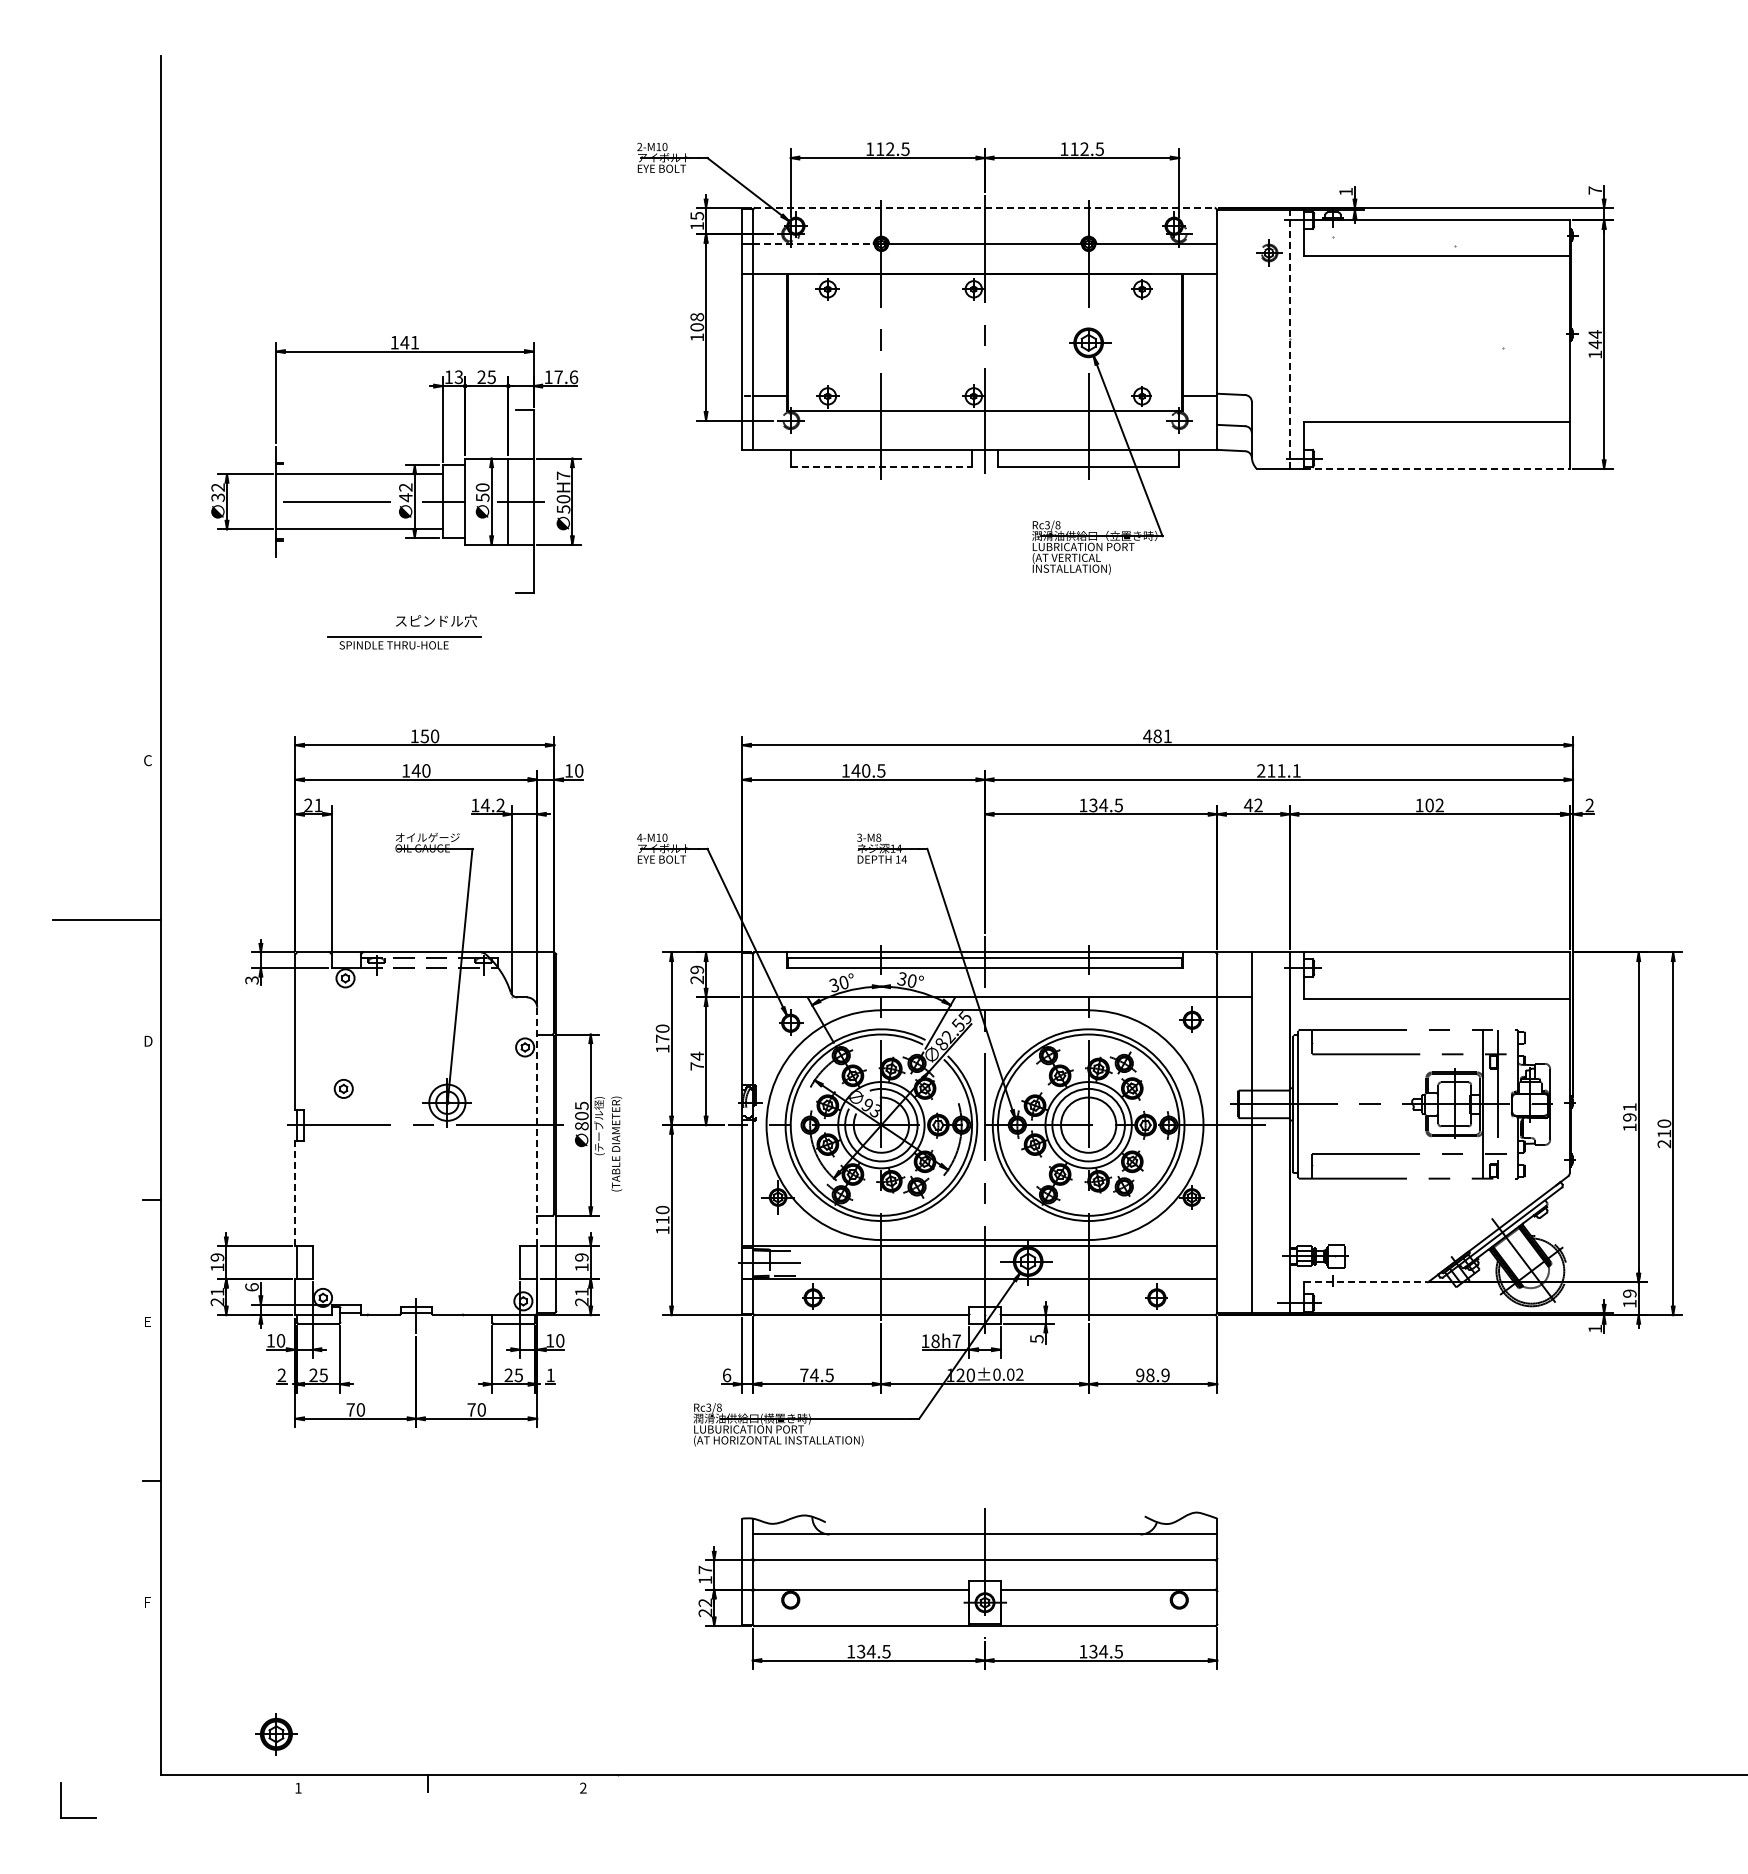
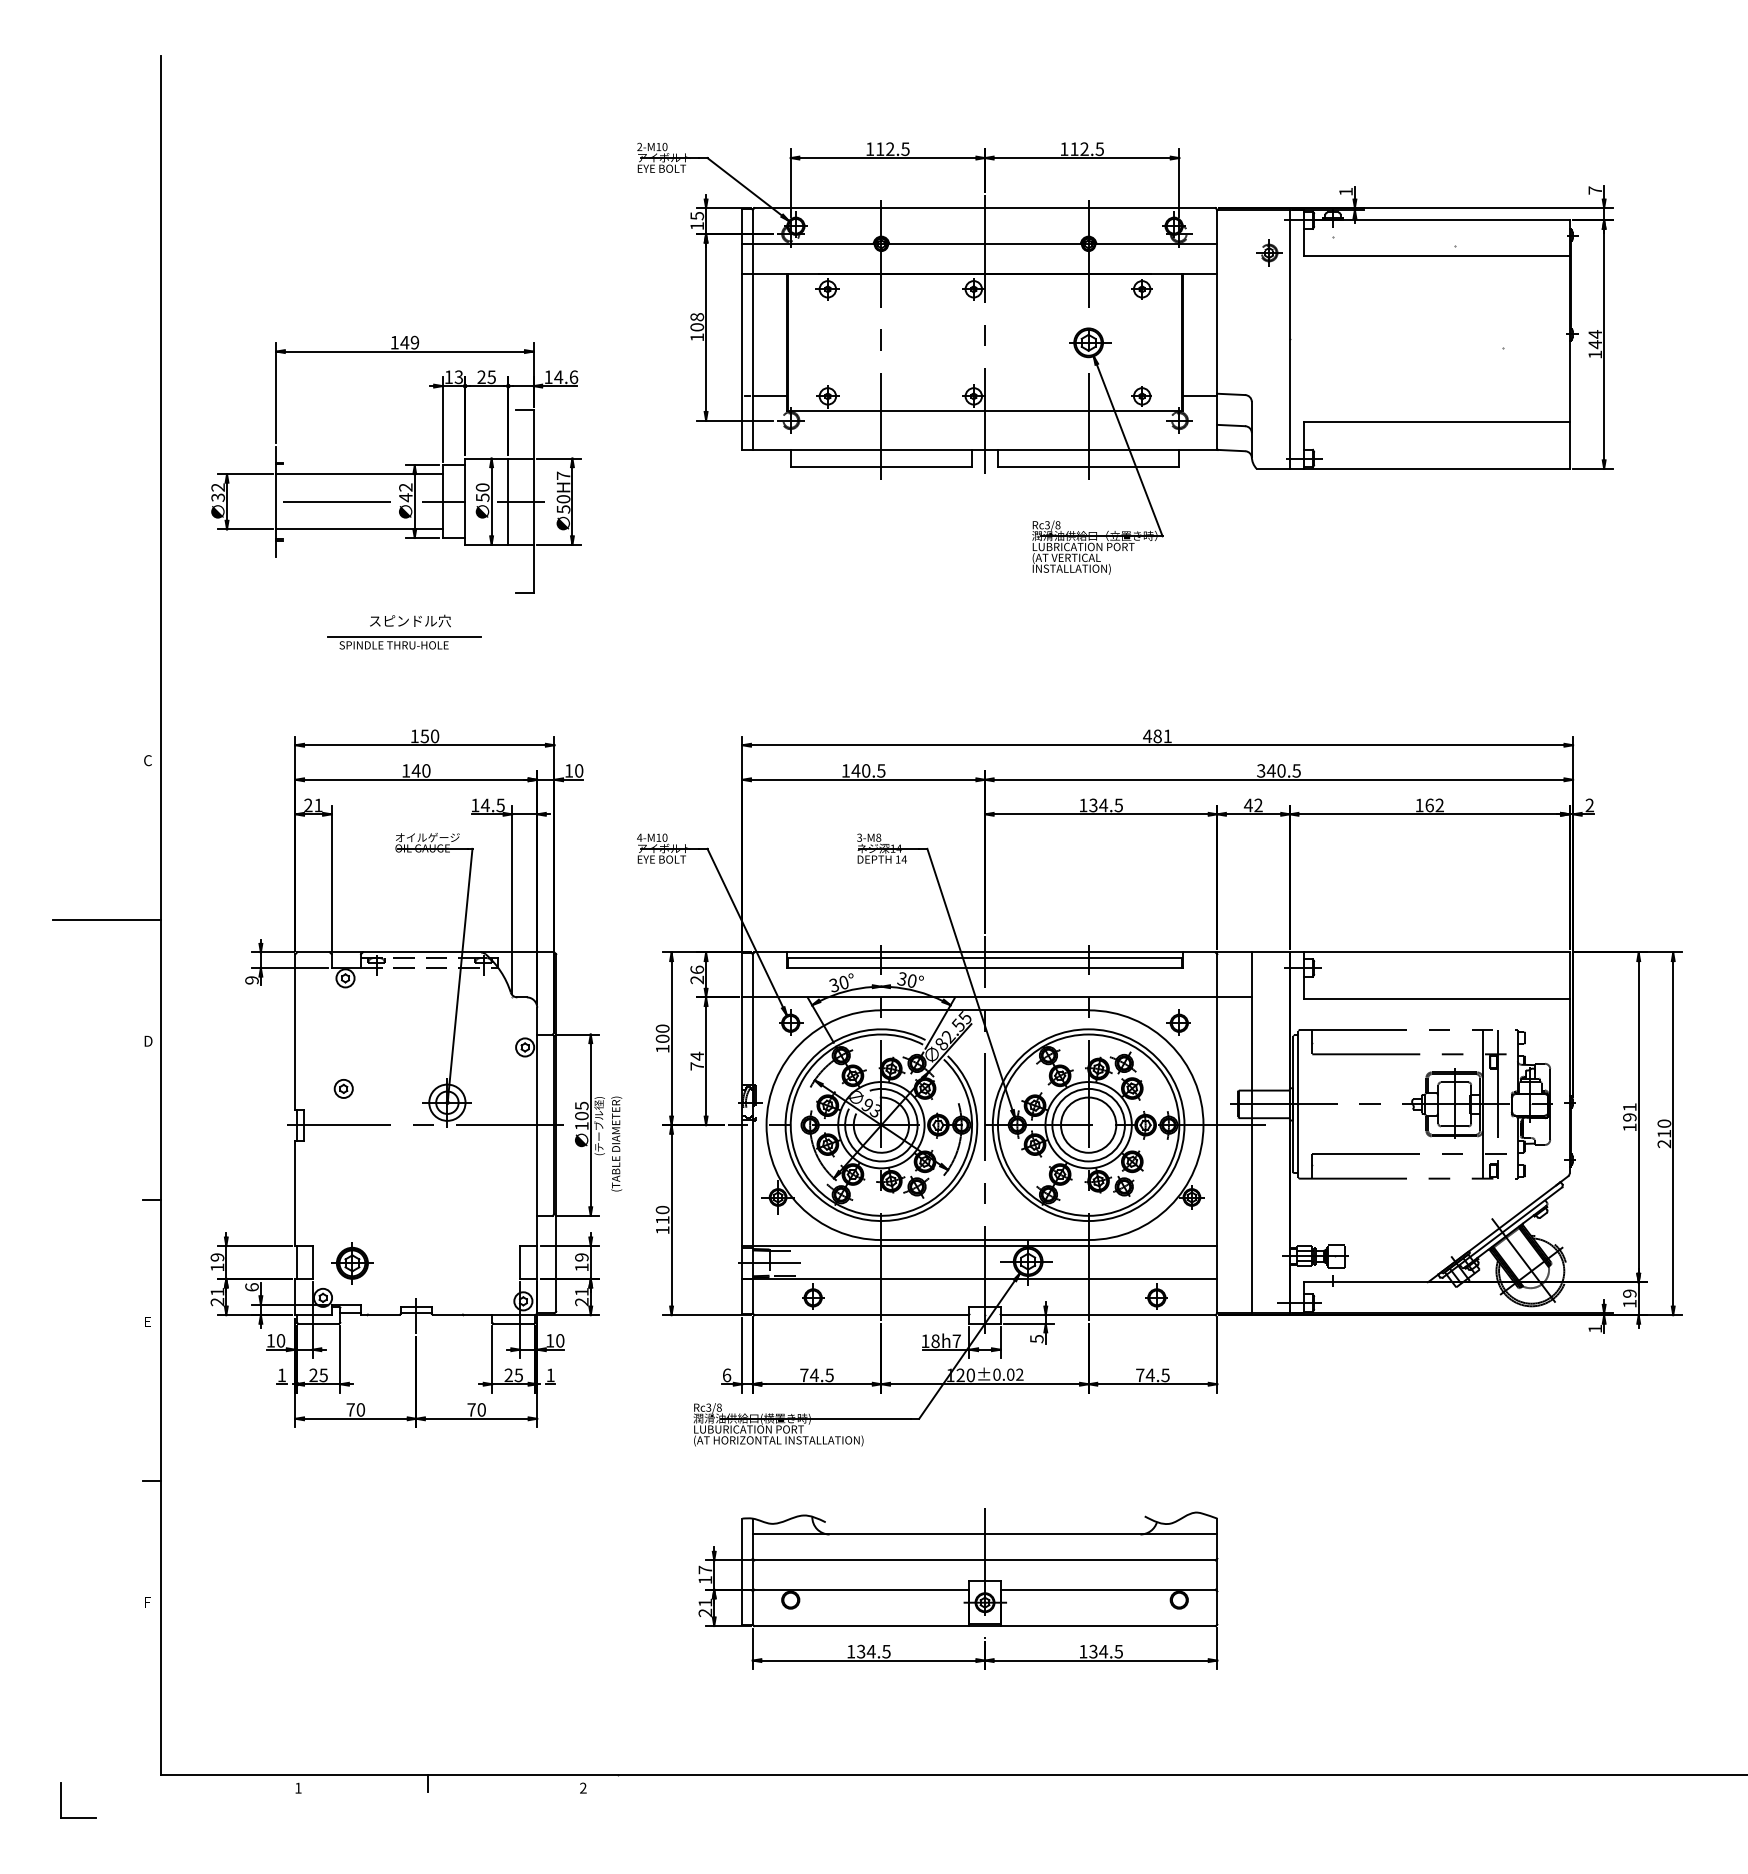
line at (985, 208): dashed -> solid
line at (813, 244): dashed -> solid
line at (1289, 339): dashed -> solid
text at (414, 342): 141 -> 149
text at (558, 376): 17.6 -> 14.6
line at (881, 467): dashed -> solid
line at (1436, 468): dashed -> solid
text at (436, 620) position: (436, 620) -> (410, 620)
text at (1278, 770): 211.1 -> 340.5
text at (500, 805): 14.2 -> 14.5
text at (1429, 805): 102 -> 162
text at (697, 969): 29 -> 26
text at (251, 980): 3 -> 9
part at (1191, 1019) position: (1191, 1019) -> (1178, 1022)
text at (662, 1038): 170 -> 100
line at (537, 1126): dashed -> solid
text at (581, 1126): 805 -> 105
line at (295, 1193): dashed -> solid
line at (1365, 1282): dashed -> solid
text at (281, 1374): 2 -> 1
text at (1152, 1375): 98.9 -> 74.5
text at (704, 1602): 22 -> 21
part at (276, 1734) position: (276, 1734) -> (352, 1263)
